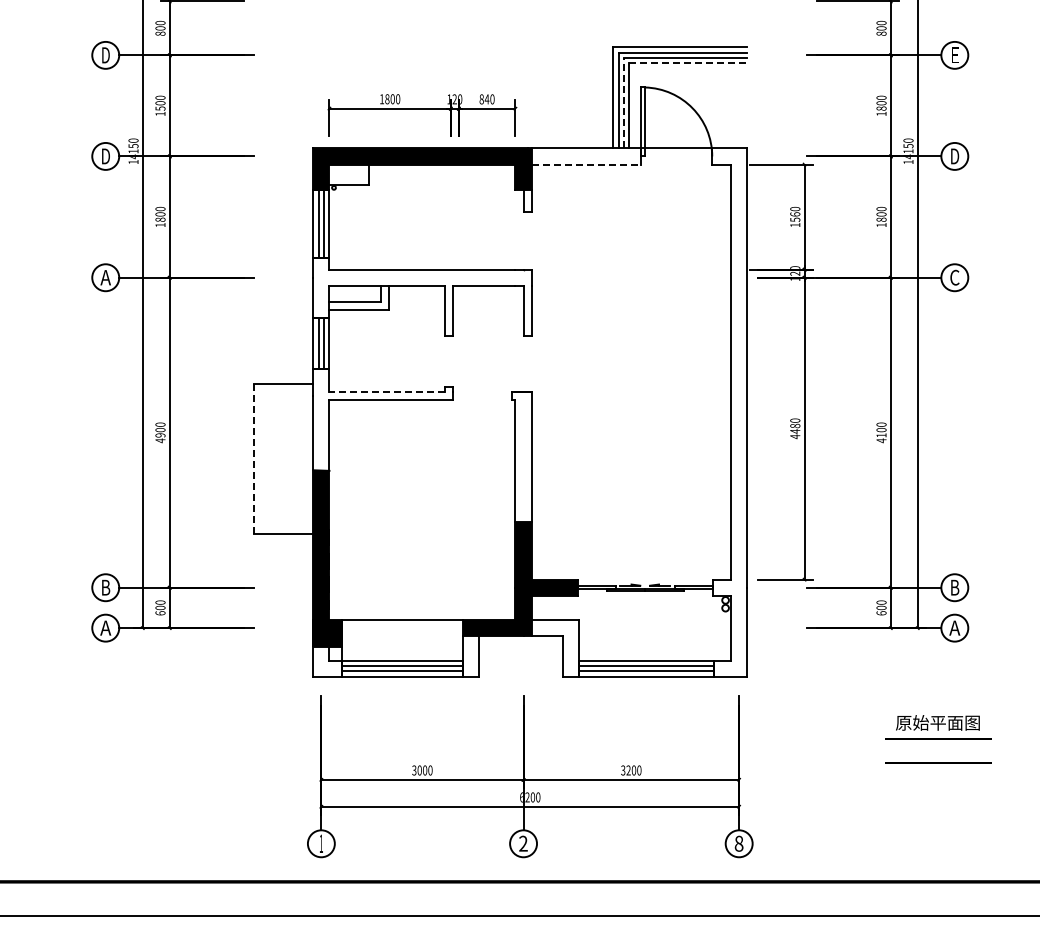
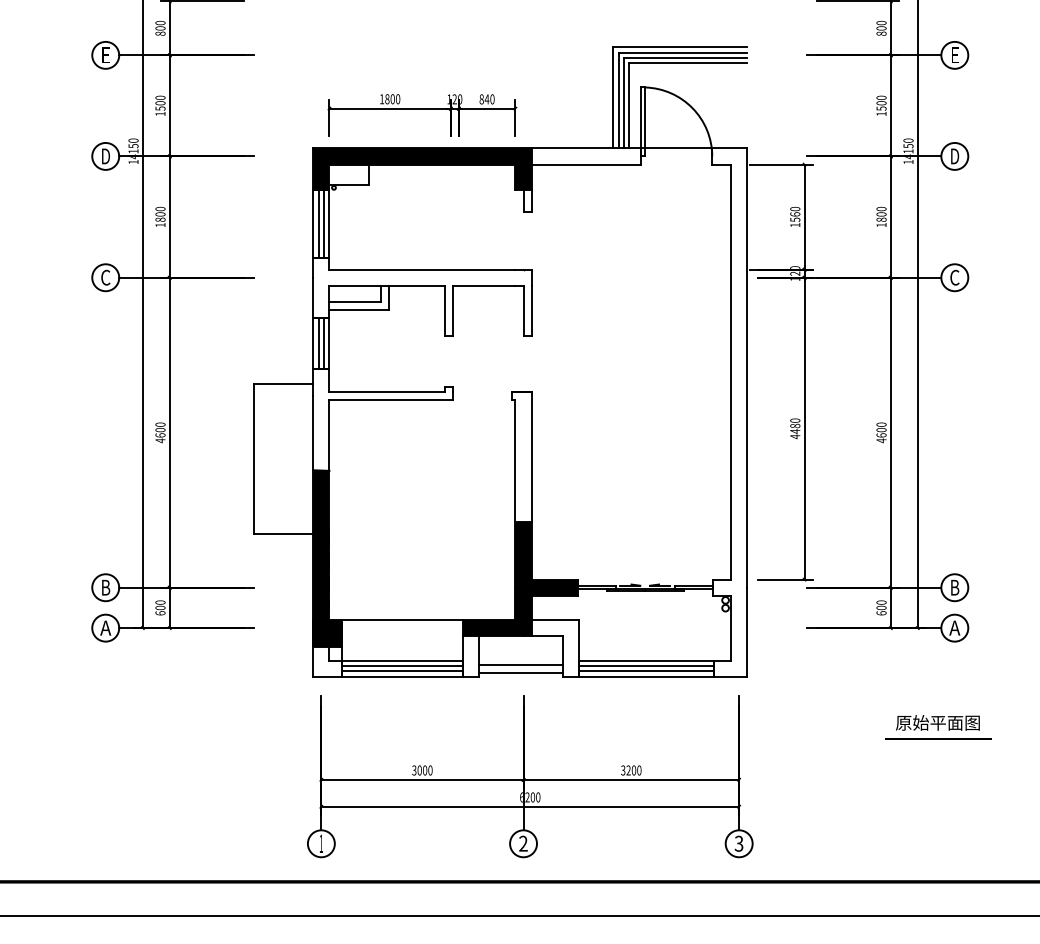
text at (105, 55): D -> E
line at (688, 63): dashed -> solid
line at (623, 102): dashed -> solid
text at (881, 108): 1800 -> 1500
line at (586, 164): dashed -> solid
text at (105, 277): A -> C
line at (387, 392): dashed -> solid
text at (160, 435): 4900 -> 4600
text at (881, 435): 4100 -> 4600
line at (254, 459): dashed -> solid
line at (520, 664): none -> present
line at (520, 672): none -> present
line at (938, 762): present -> none
text at (738, 843): 8 -> 3
